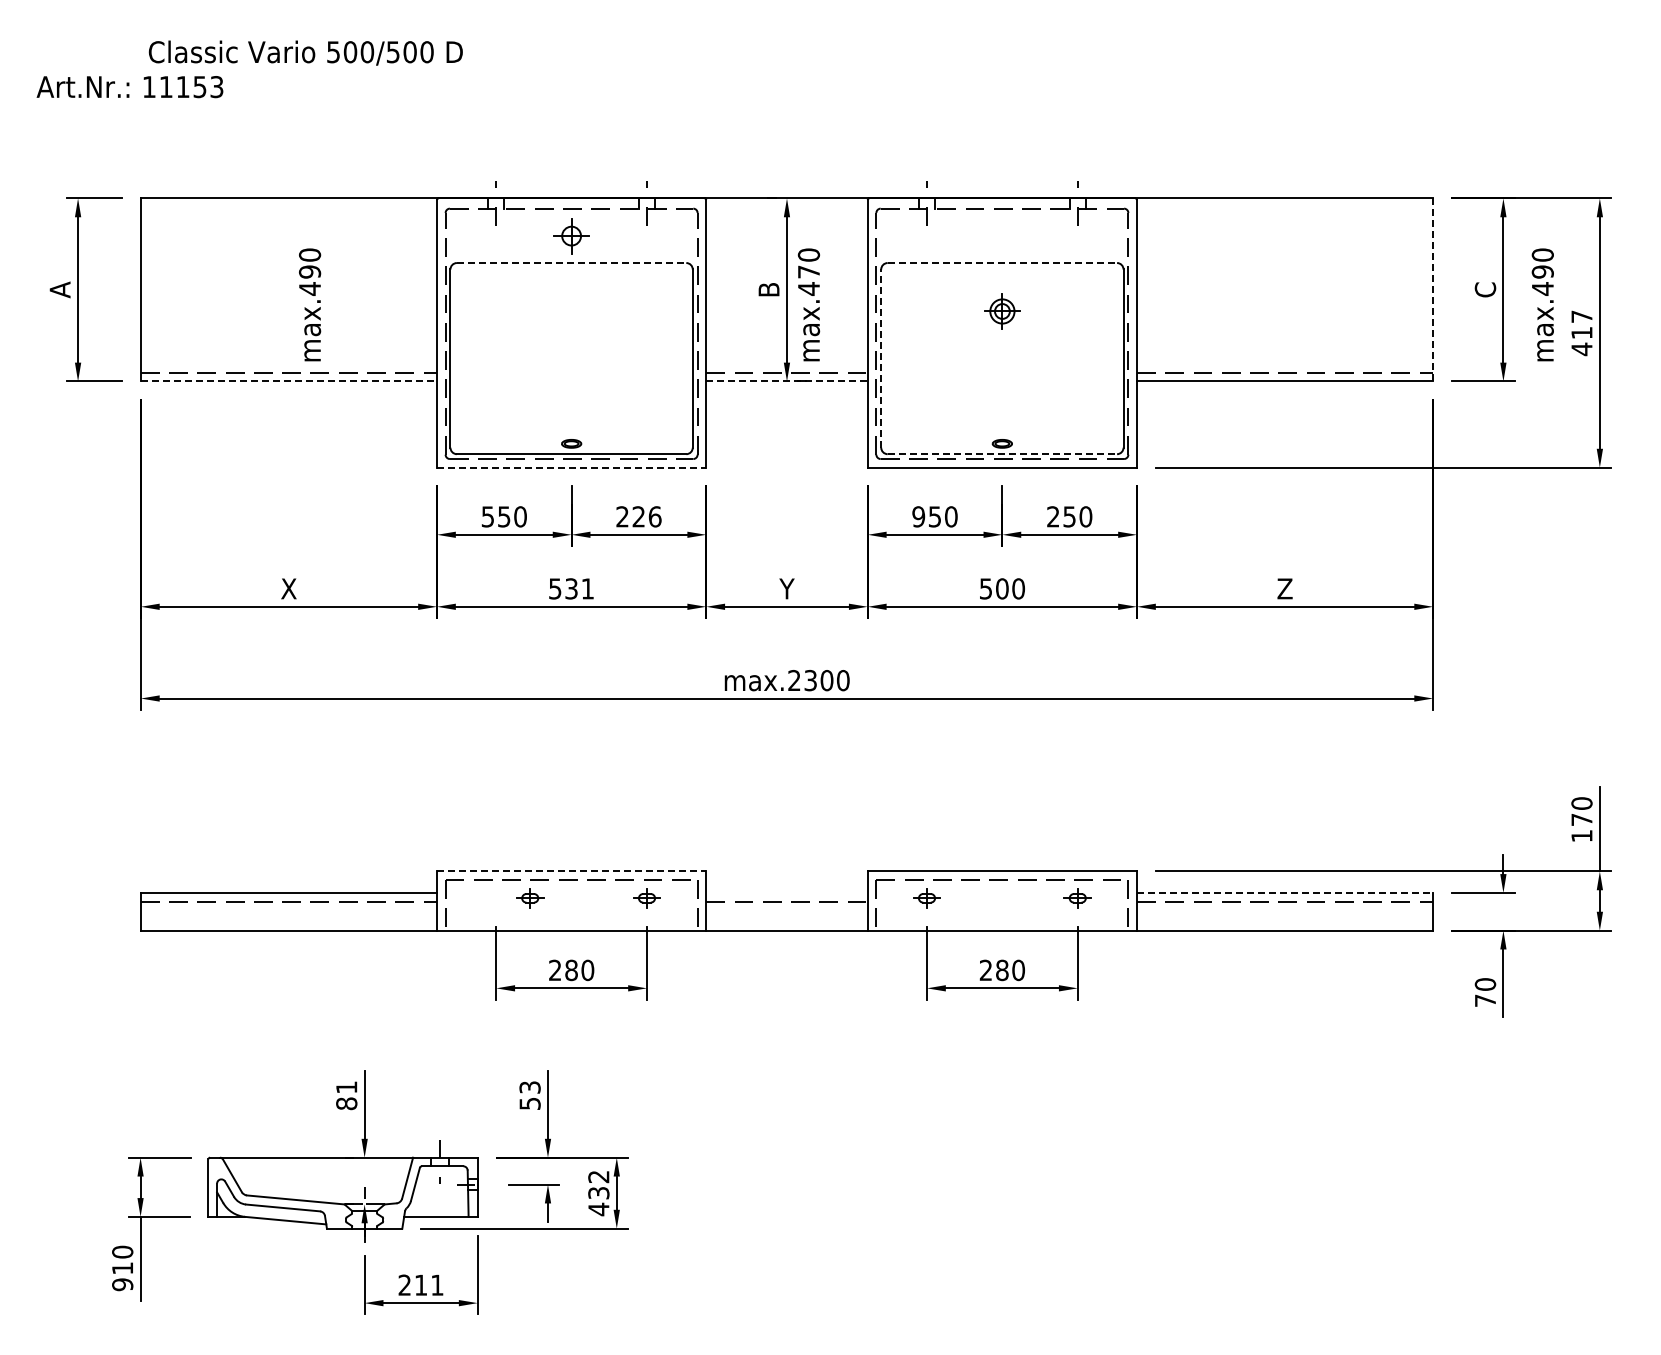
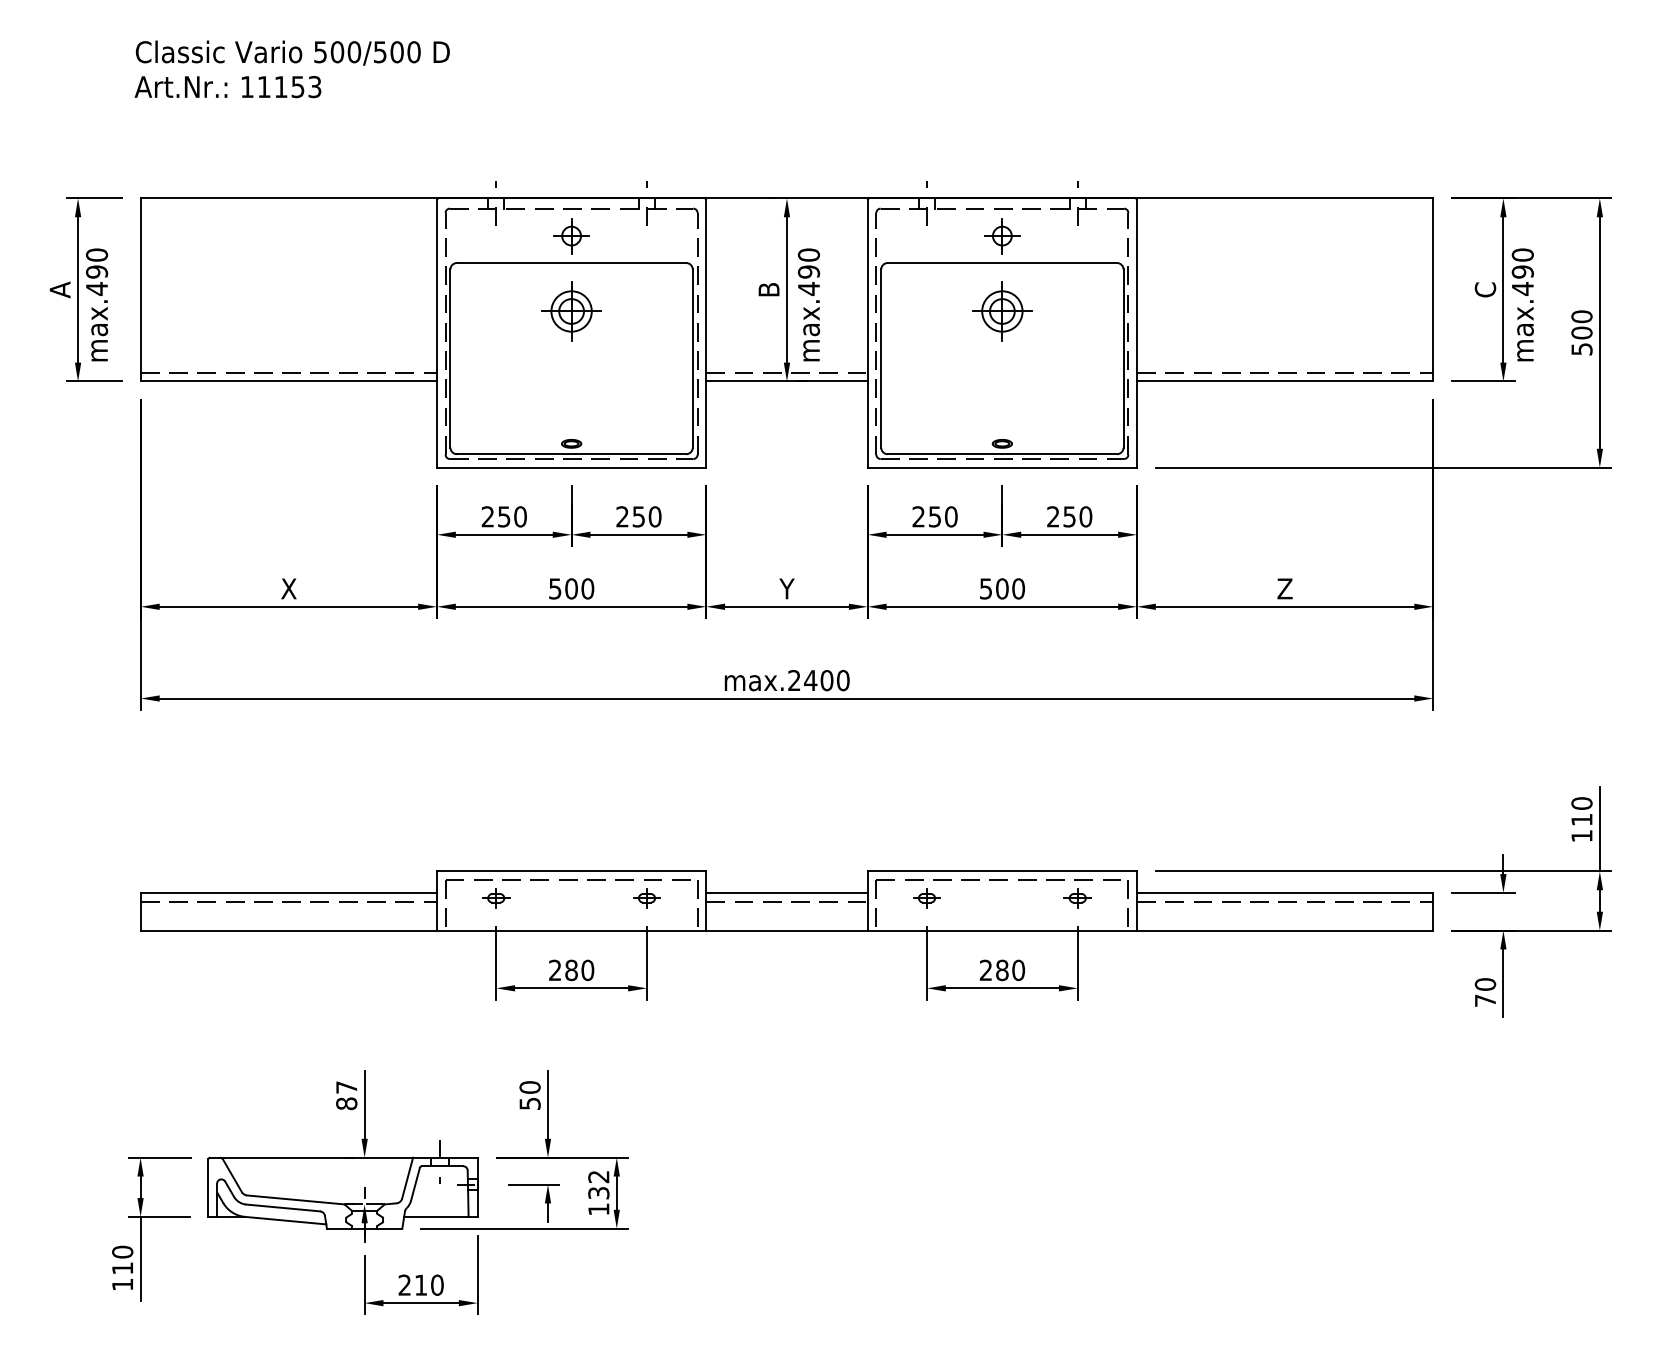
text at (305, 52) position: (305, 52) -> (292, 52)
text at (129, 87) position: (129, 87) -> (227, 87)
part at (1002, 236): none -> present
line at (571, 263): dashed -> solid
line at (1002, 263): dashed -> solid
text at (808, 271): max.470 -> max.490
line at (1433, 289): dashed -> solid
text at (310, 304) position: (310, 304) -> (97, 304)
text at (1542, 304) position: (1542, 304) -> (1522, 304)
part at (571, 311): none -> present
part at (1002, 311) size: 37x37 px -> 61x61 px
text at (1581, 333): 417 -> 500
line at (881, 358): dashed -> solid
line at (289, 381): dashed -> solid
line at (787, 381): dashed -> solid
line at (1002, 454): dashed -> solid
line at (571, 467): dashed -> solid
text at (487, 516): 550 -> 250
text at (646, 516): 226 -> 250
text at (918, 516): 950 -> 250
text at (579, 588): 531 -> 500
text at (810, 680): max.2300 -> max.2400
text at (1581, 819): 170 -> 110
line at (571, 871): dashed -> solid
line at (786, 892): none -> present
line at (1285, 892): dashed -> solid
part at (530, 898) position: (530, 898) -> (496, 898)
text at (346, 1087): 81 -> 87
text at (529, 1087): 53 -> 50
text at (598, 1209): 432 -> 132
text at (122, 1284): 910 -> 110
text at (437, 1284): 211 -> 210
